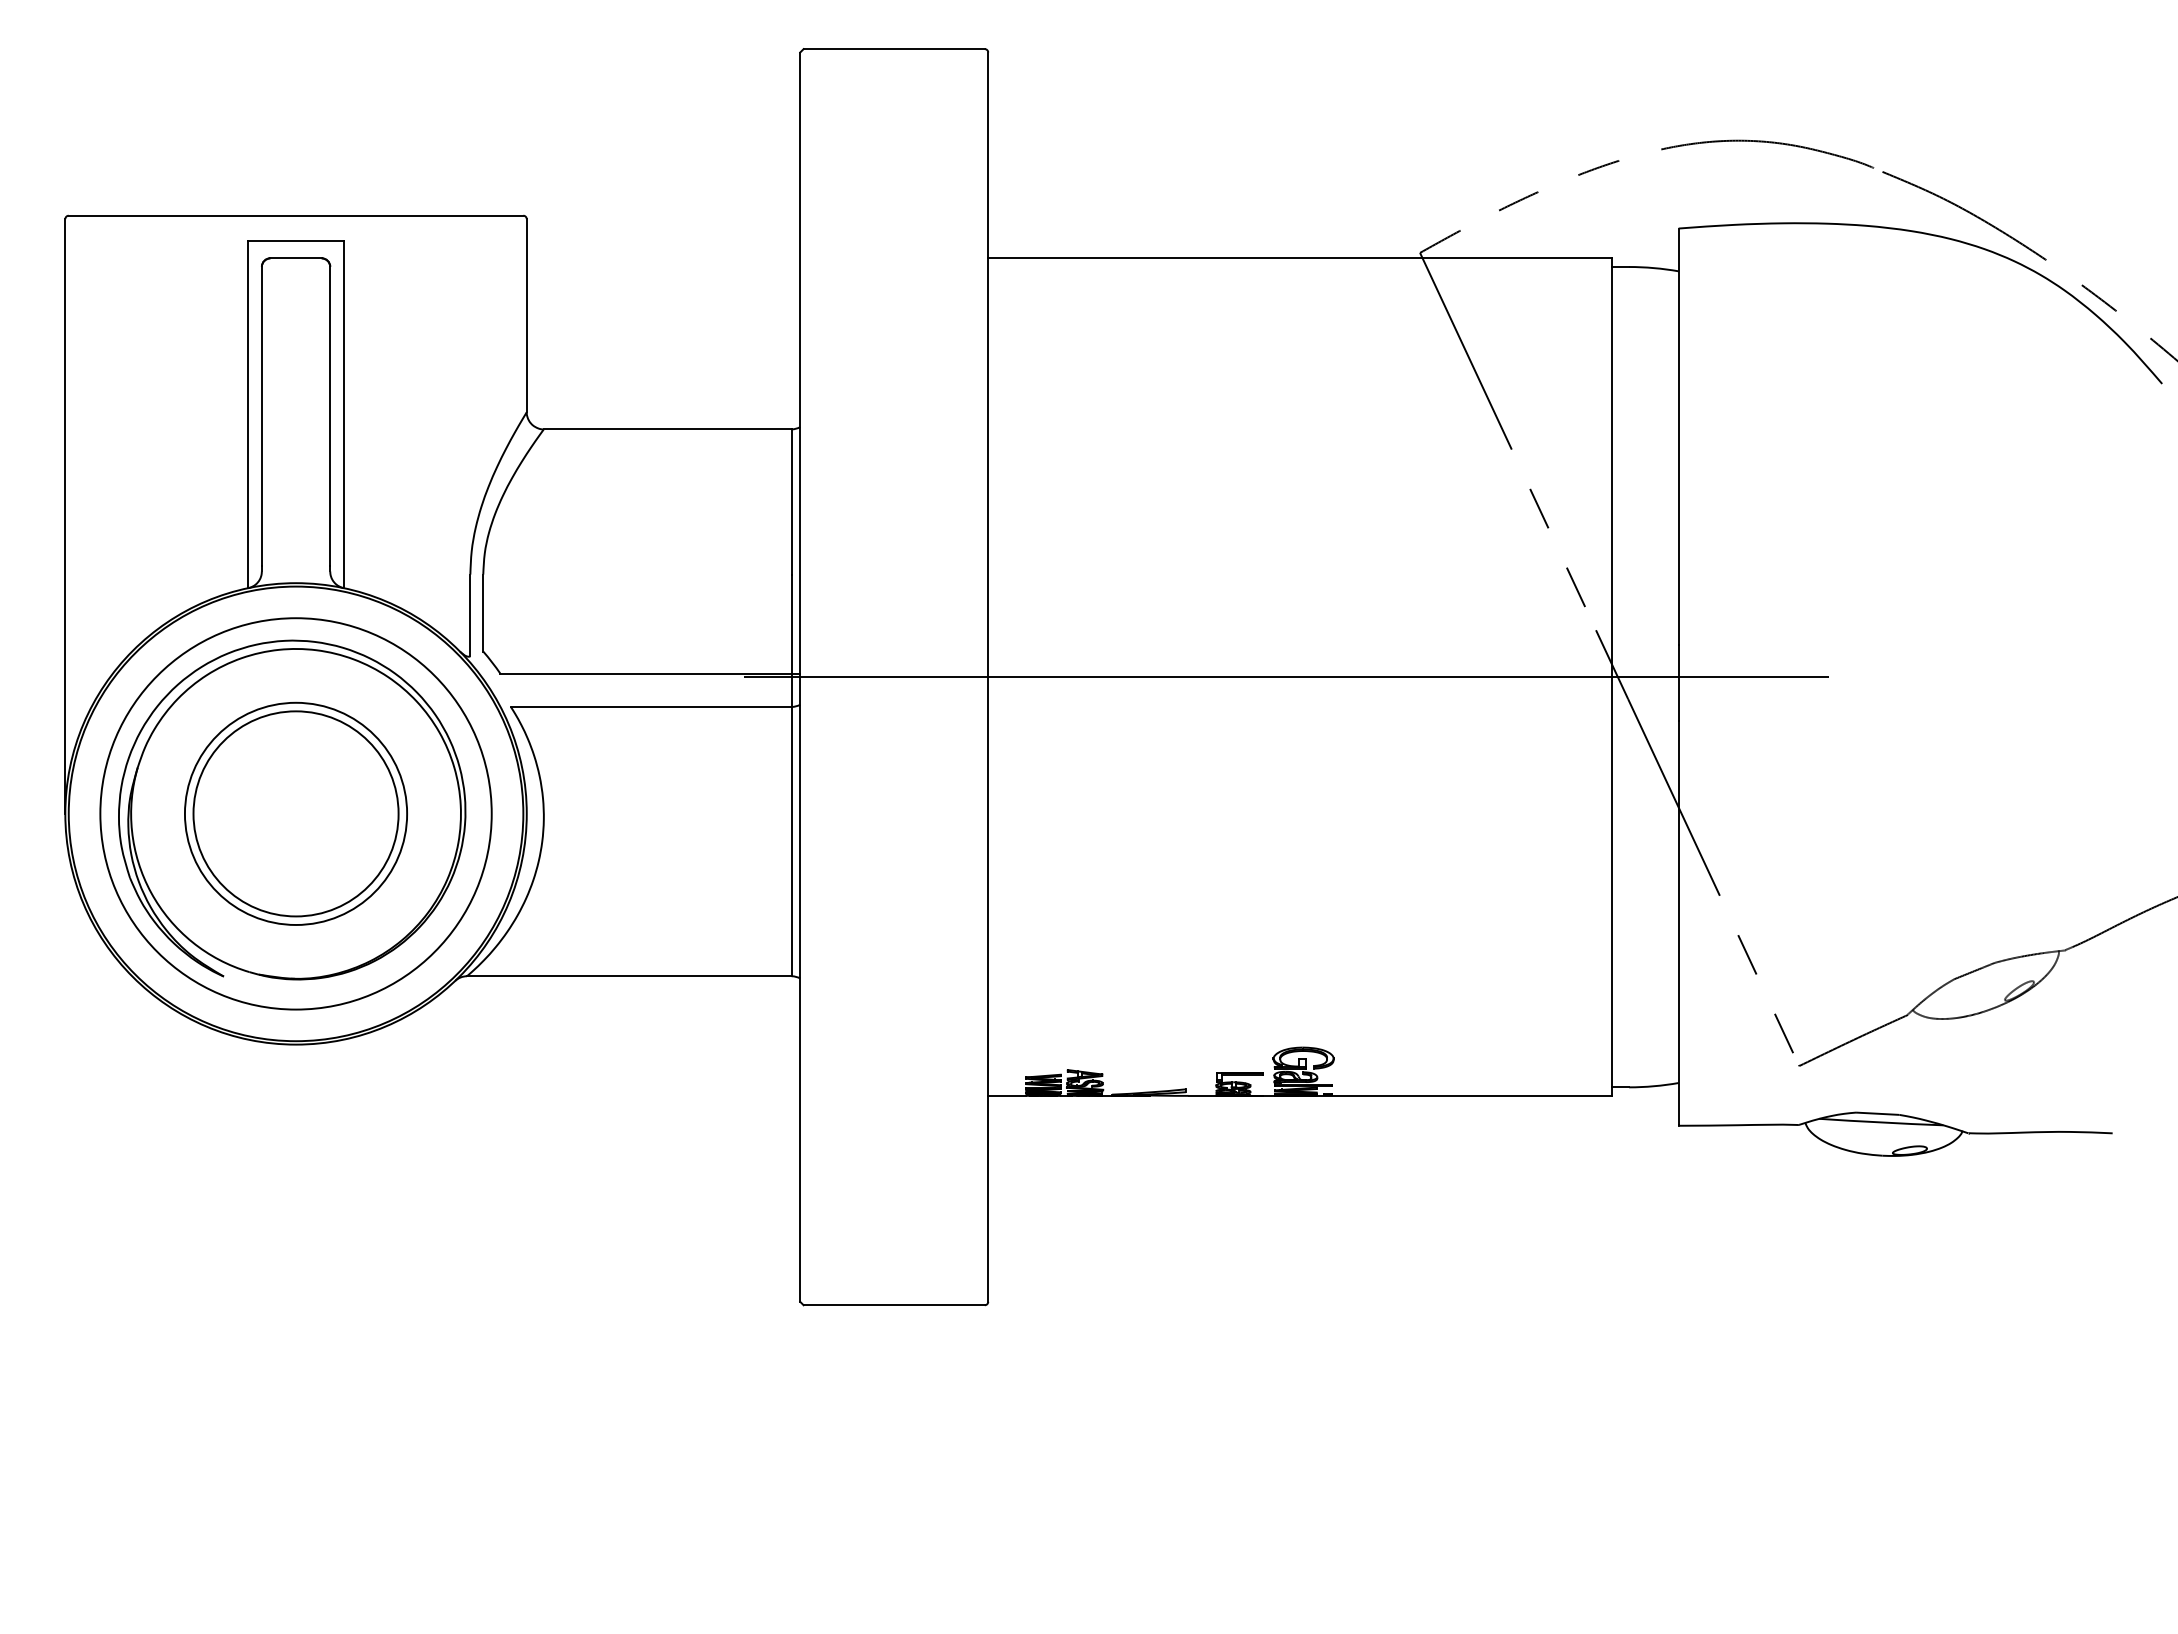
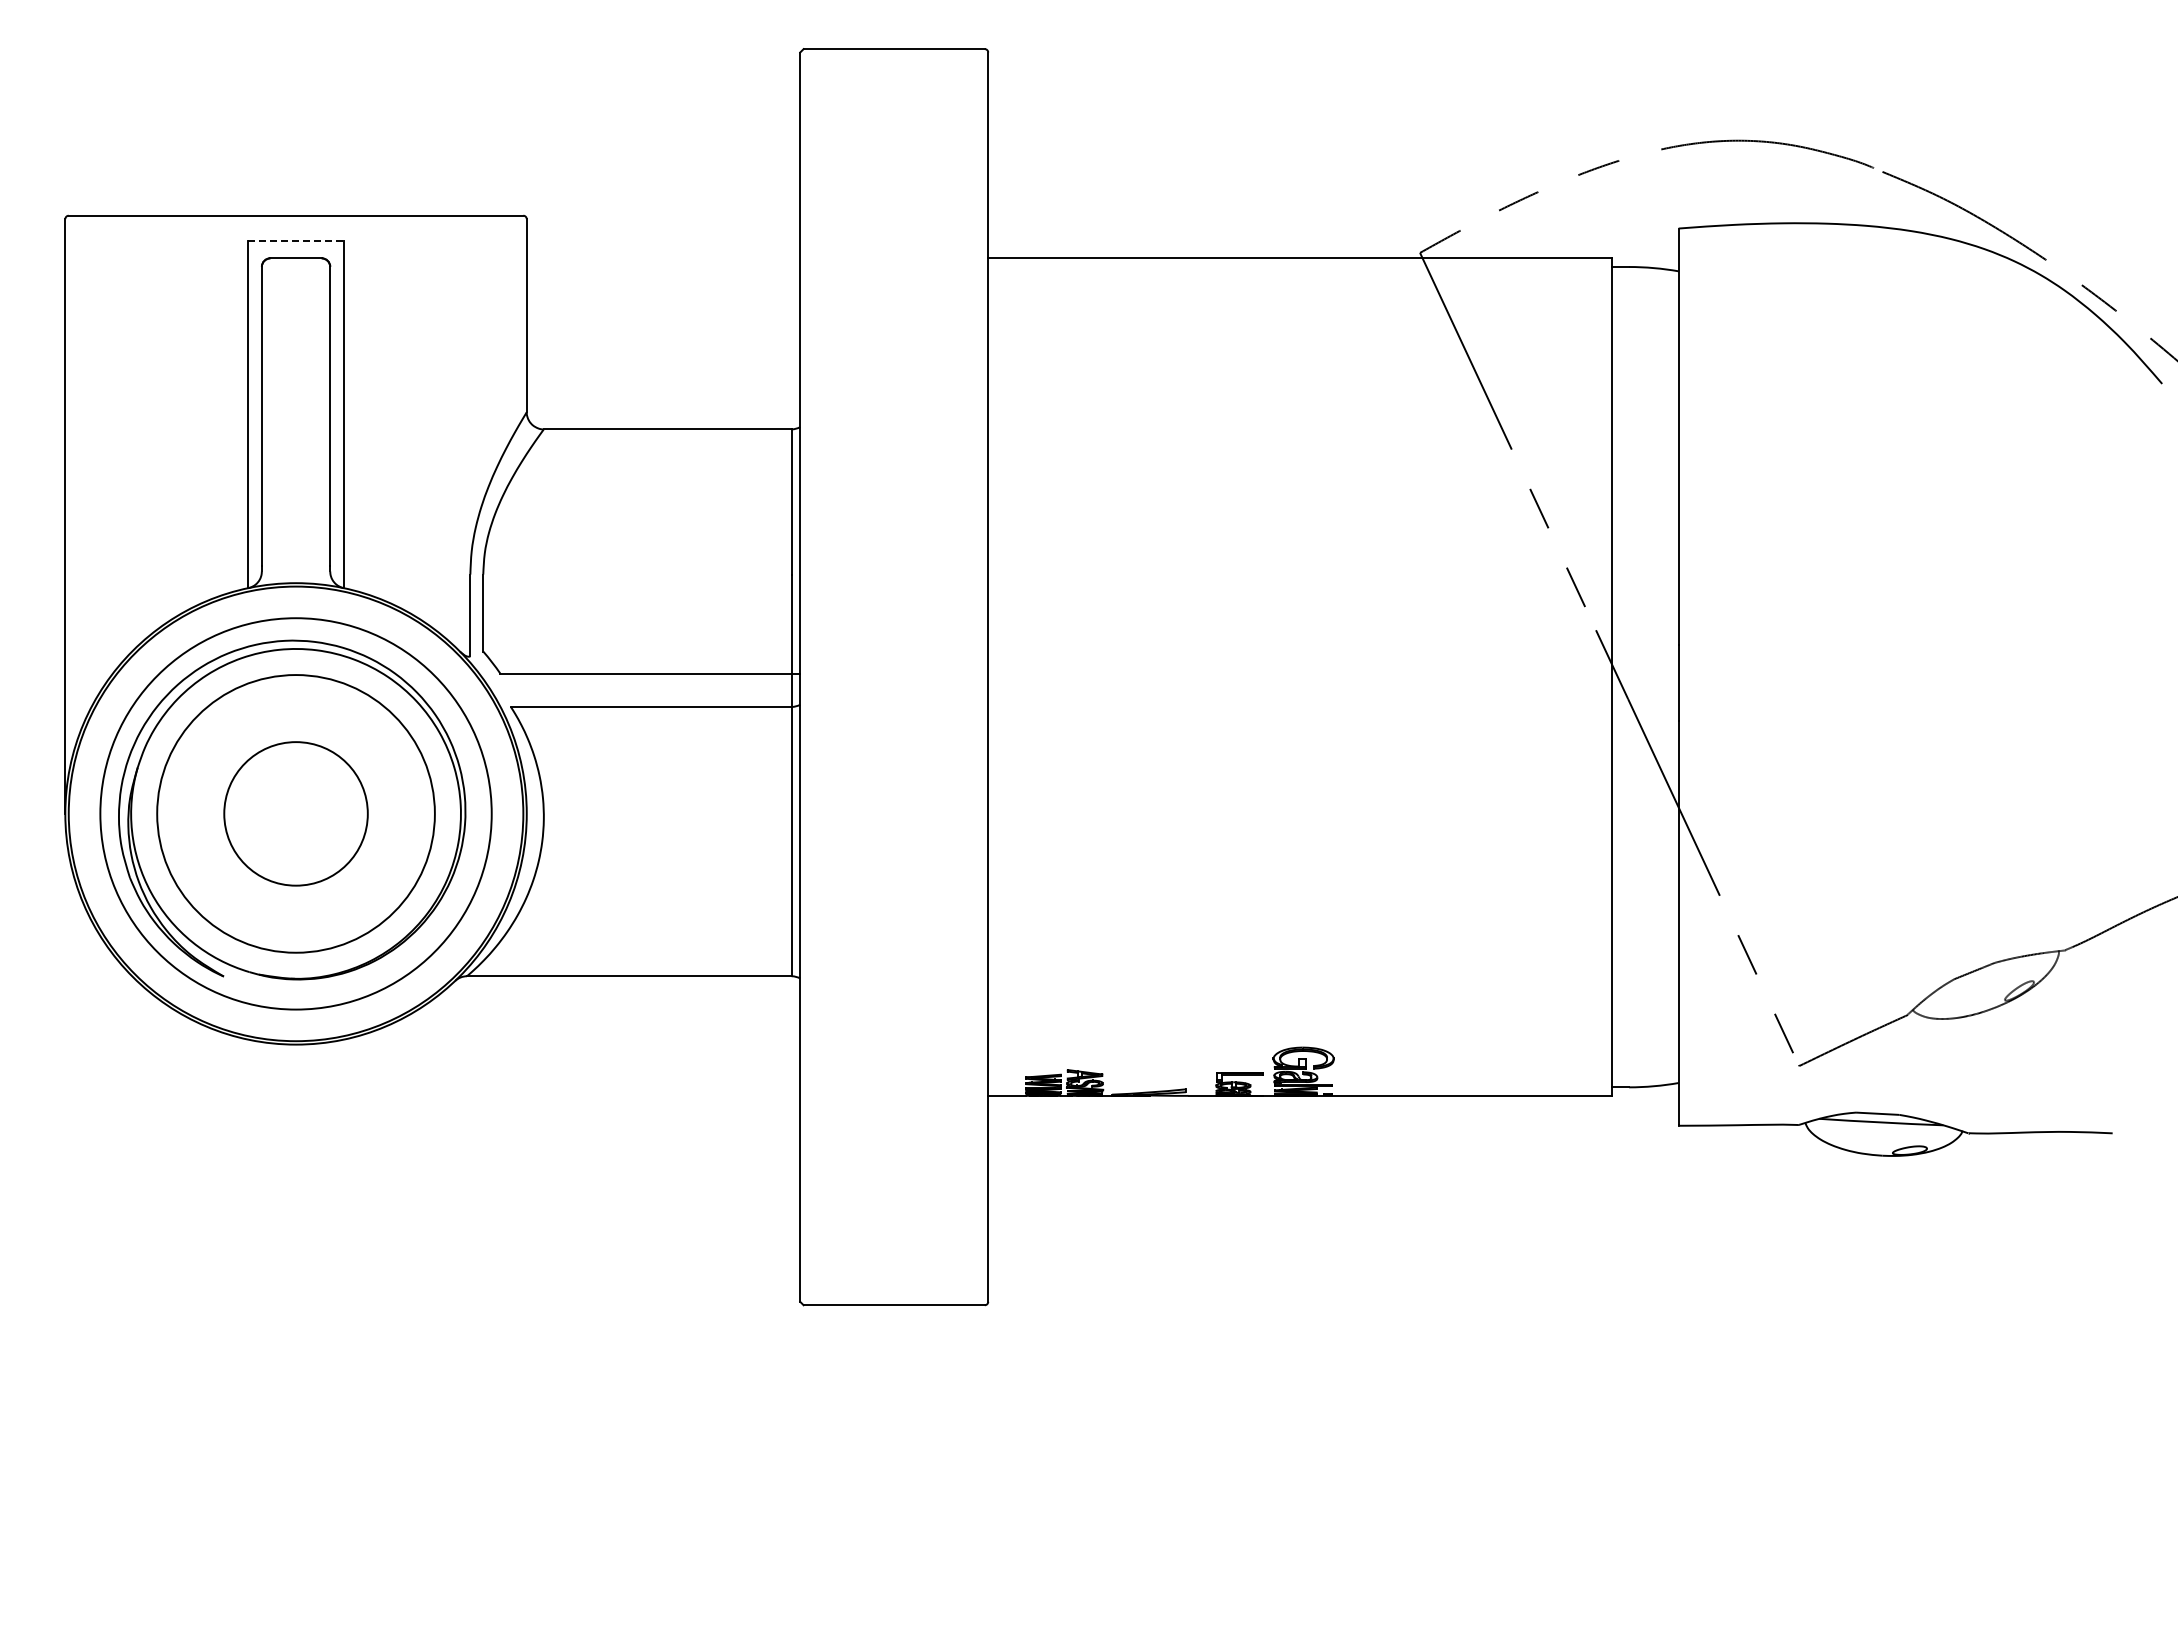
line at (296, 241): solid -> dashed
line at (1235, 677): present -> none
circle at (295, 813) diameter: 205 px -> 144 px
circle at (295, 813) diameter: 222 px -> 278 px
